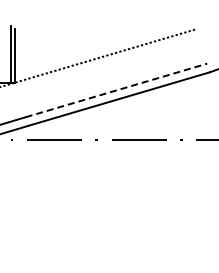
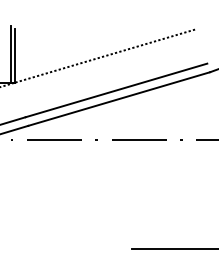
line at (116, 90): dashed -> solid
line at (173, 248): none -> present
